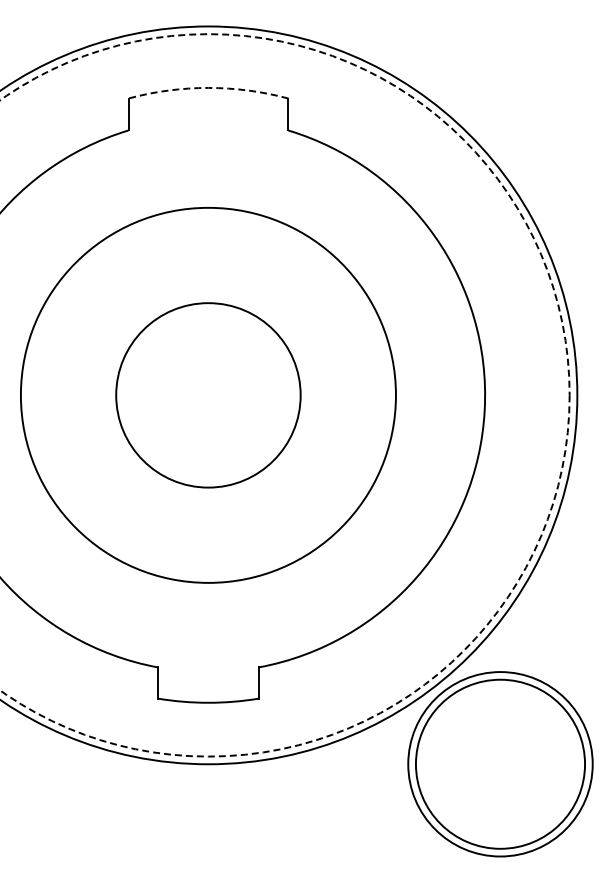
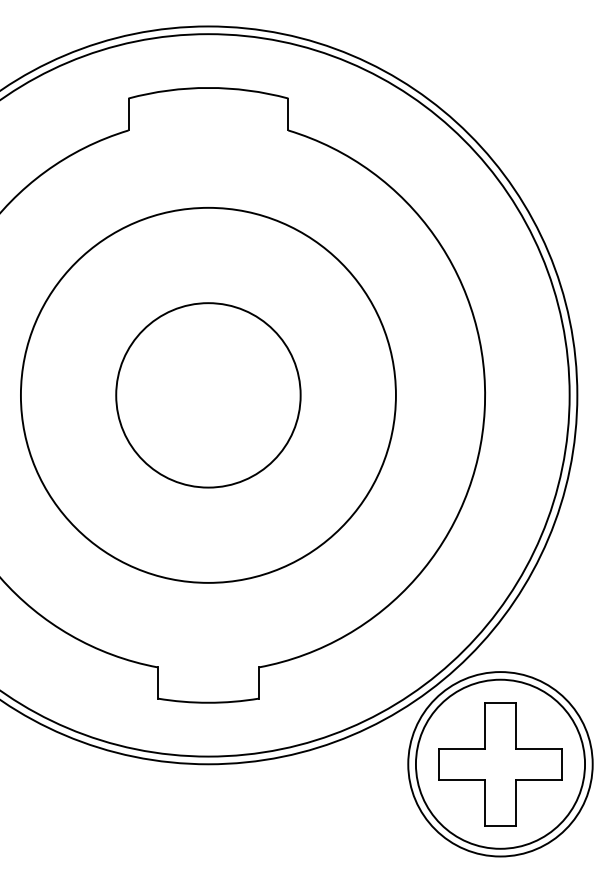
arc at (208, 87): dashed -> solid
circle at (284, 395): dashed -> solid
part at (500, 764): none -> present
